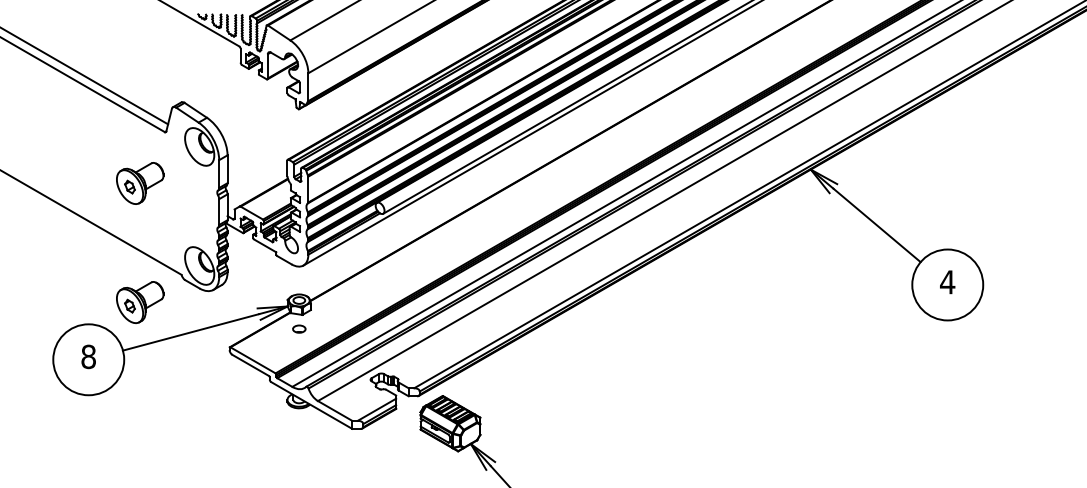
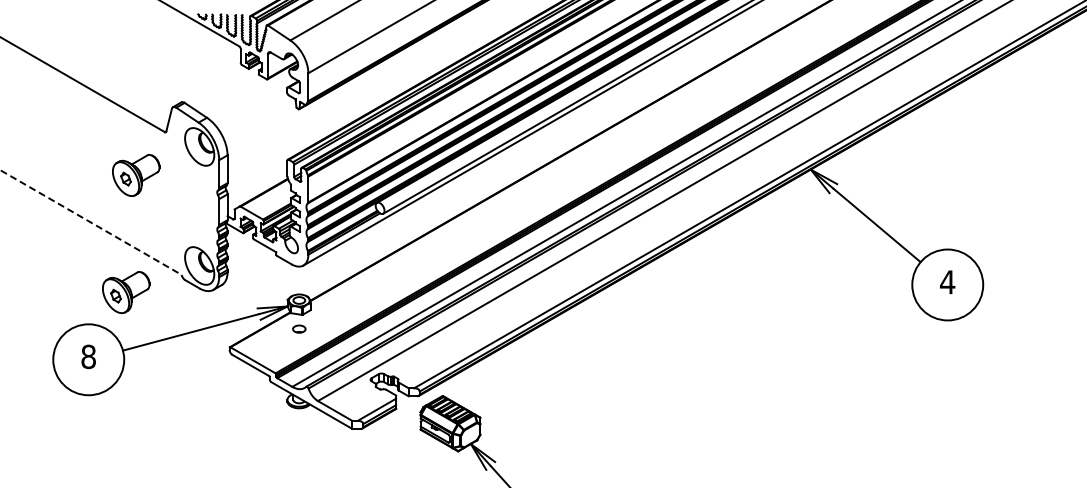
line at (85, 76): present -> none
part at (140, 183) position: (140, 183) -> (136, 175)
line at (91, 222): solid -> dashed
part at (140, 302) position: (140, 302) -> (126, 292)
